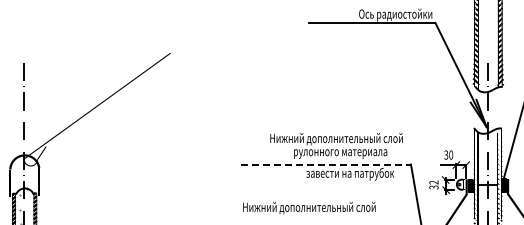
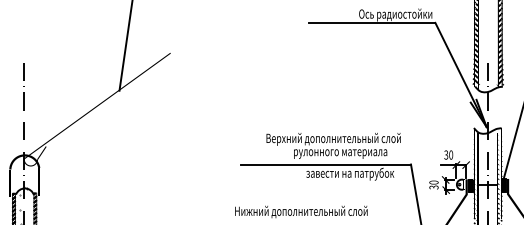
line at (125, 46): none -> present
text at (334, 138): Нижний дополнительный слой -> Верхний дополнительный слой
line at (326, 165): dashed -> solid
text at (433, 182): 32 -> 30
text at (309, 207) position: (309, 207) -> (301, 211)
